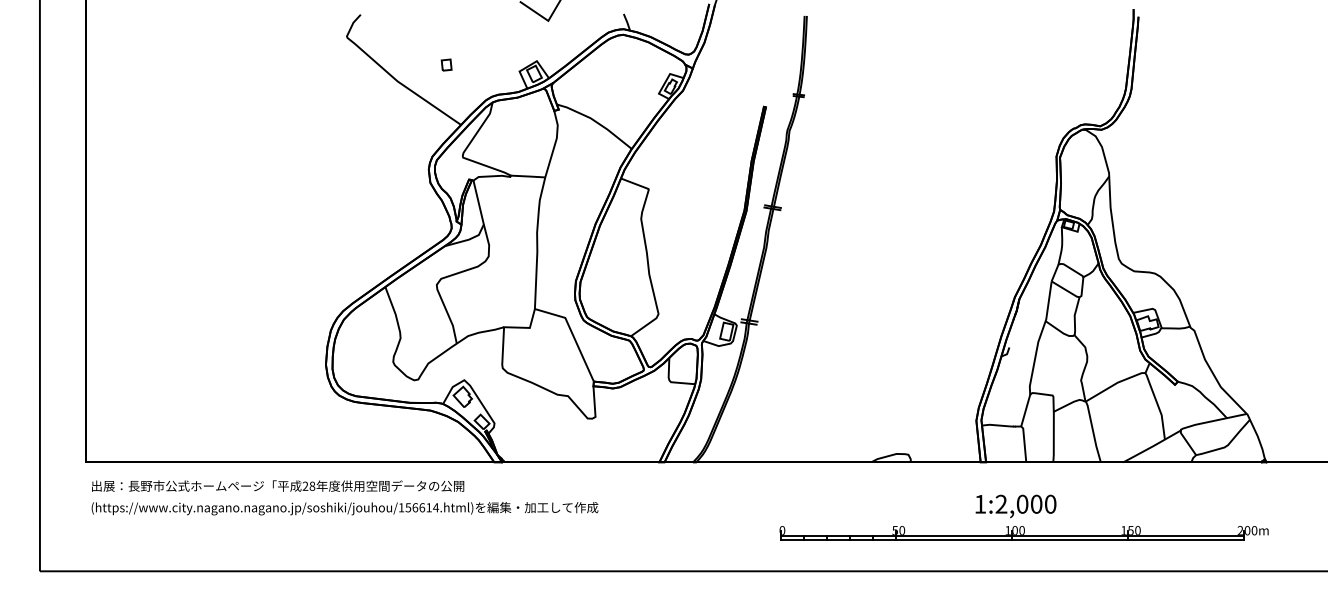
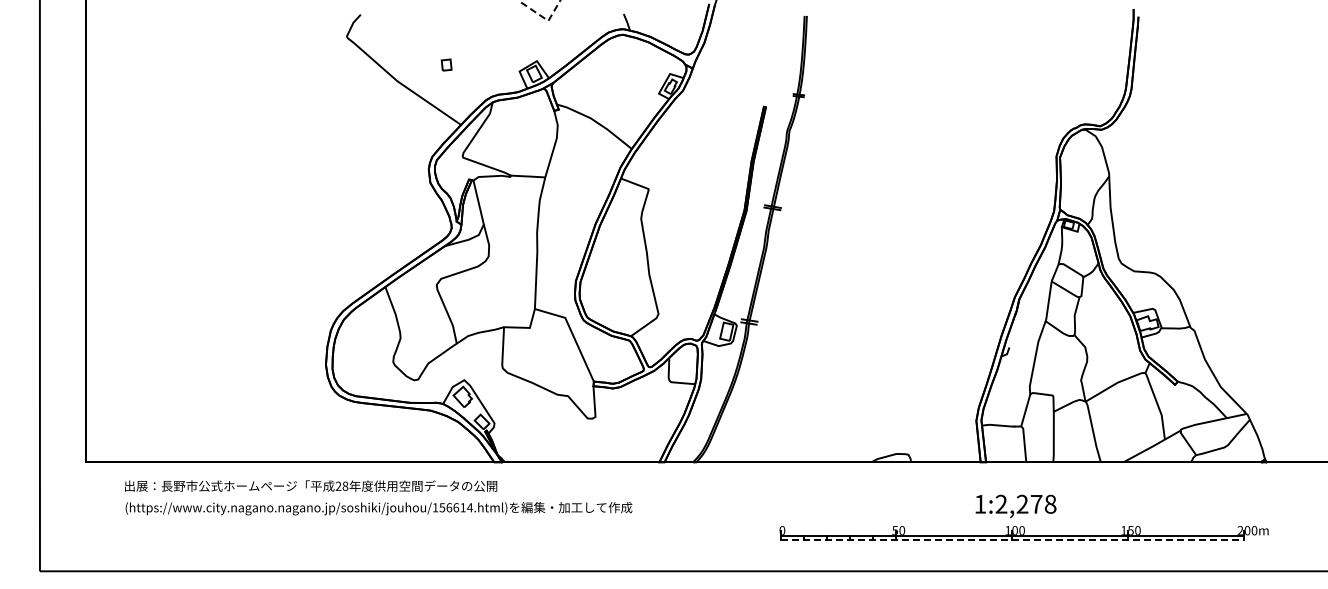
line at (544, 18): solid -> dashed
text at (278, 485) position: (278, 485) -> (311, 485)
text at (1036, 503): 1:2,000 -> 1:2,278
text at (344, 508) position: (344, 508) -> (378, 508)
line at (1012, 540): solid -> dashed
